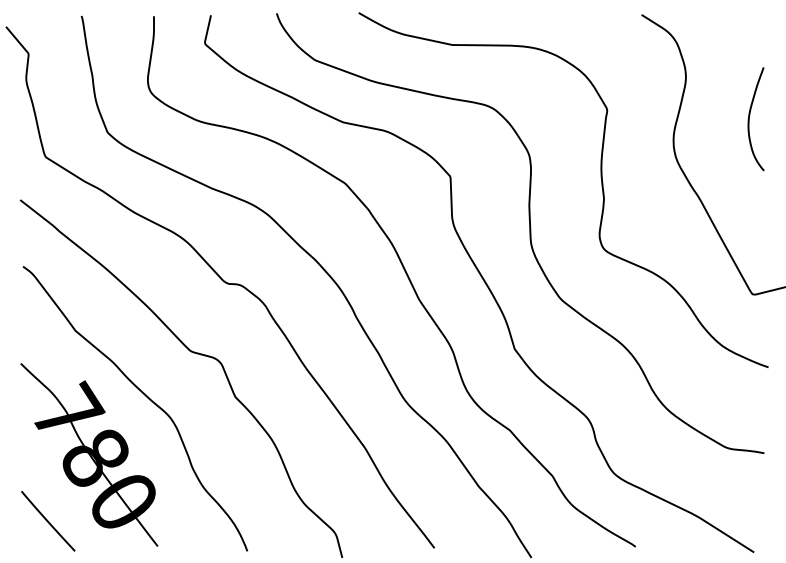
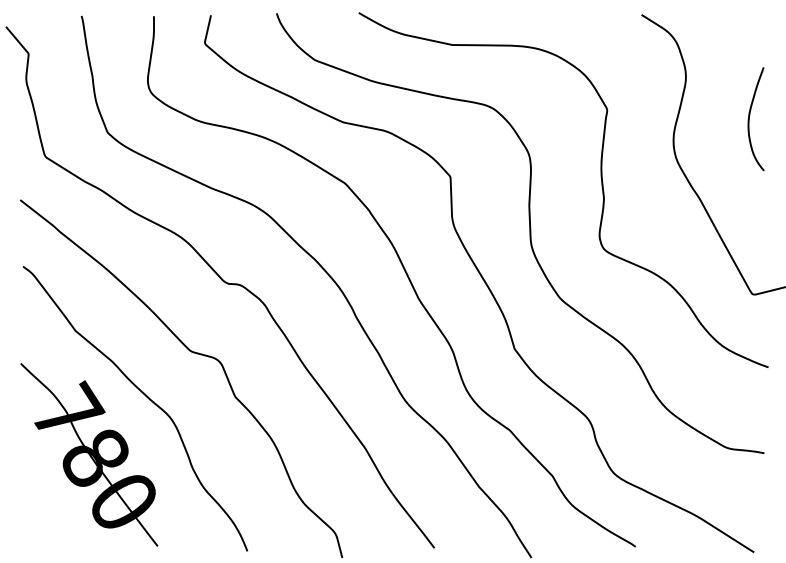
line at (48, 521): present -> none
